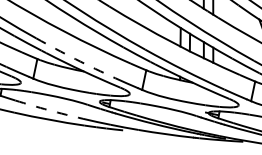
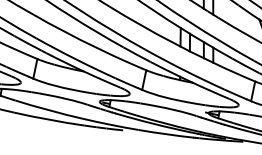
arc at (75, 59): dashed -> solid
arc at (49, 110): dashed -> solid
